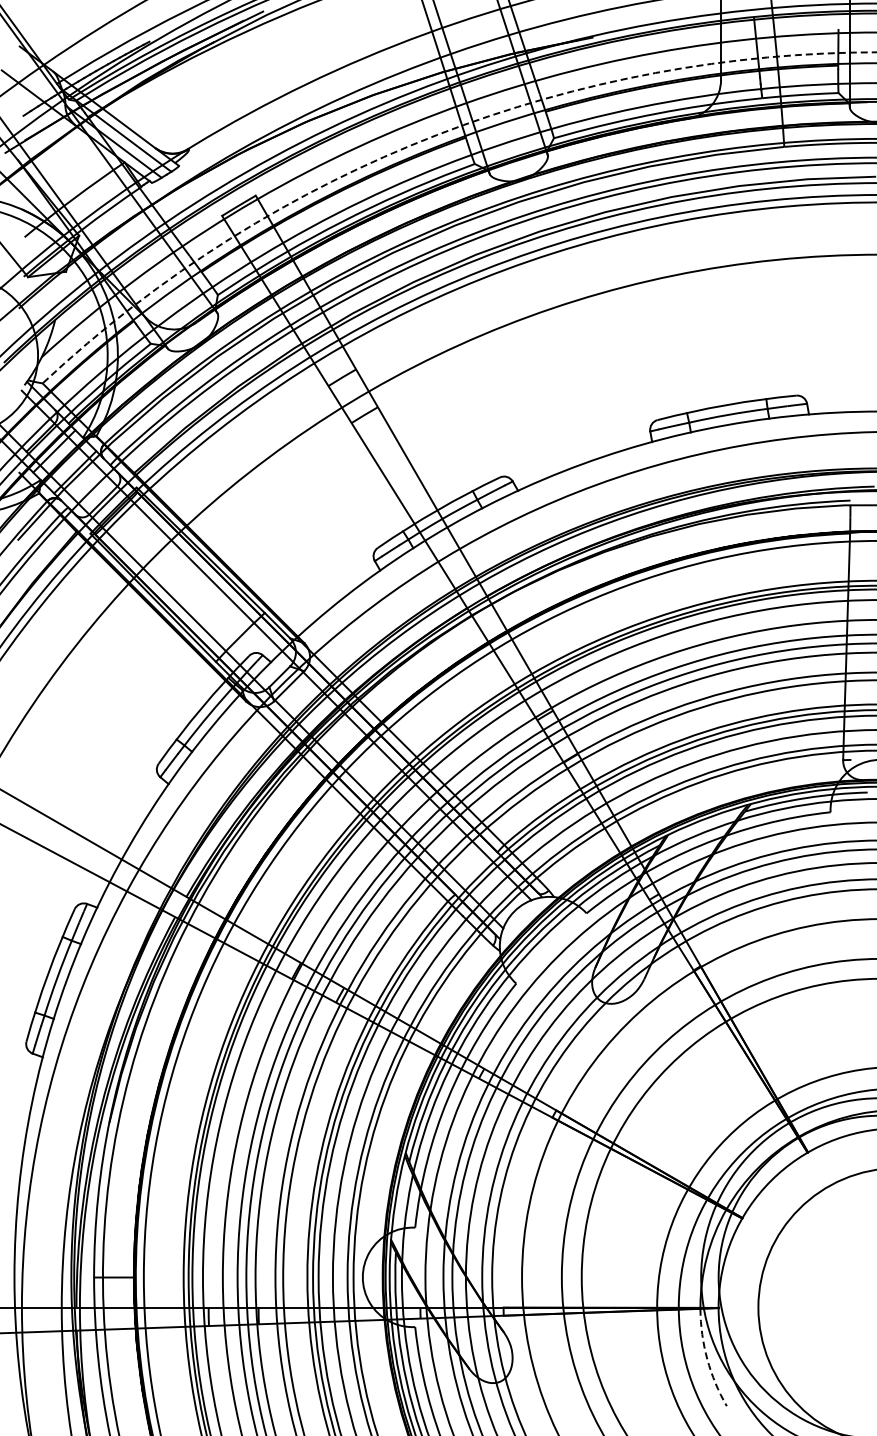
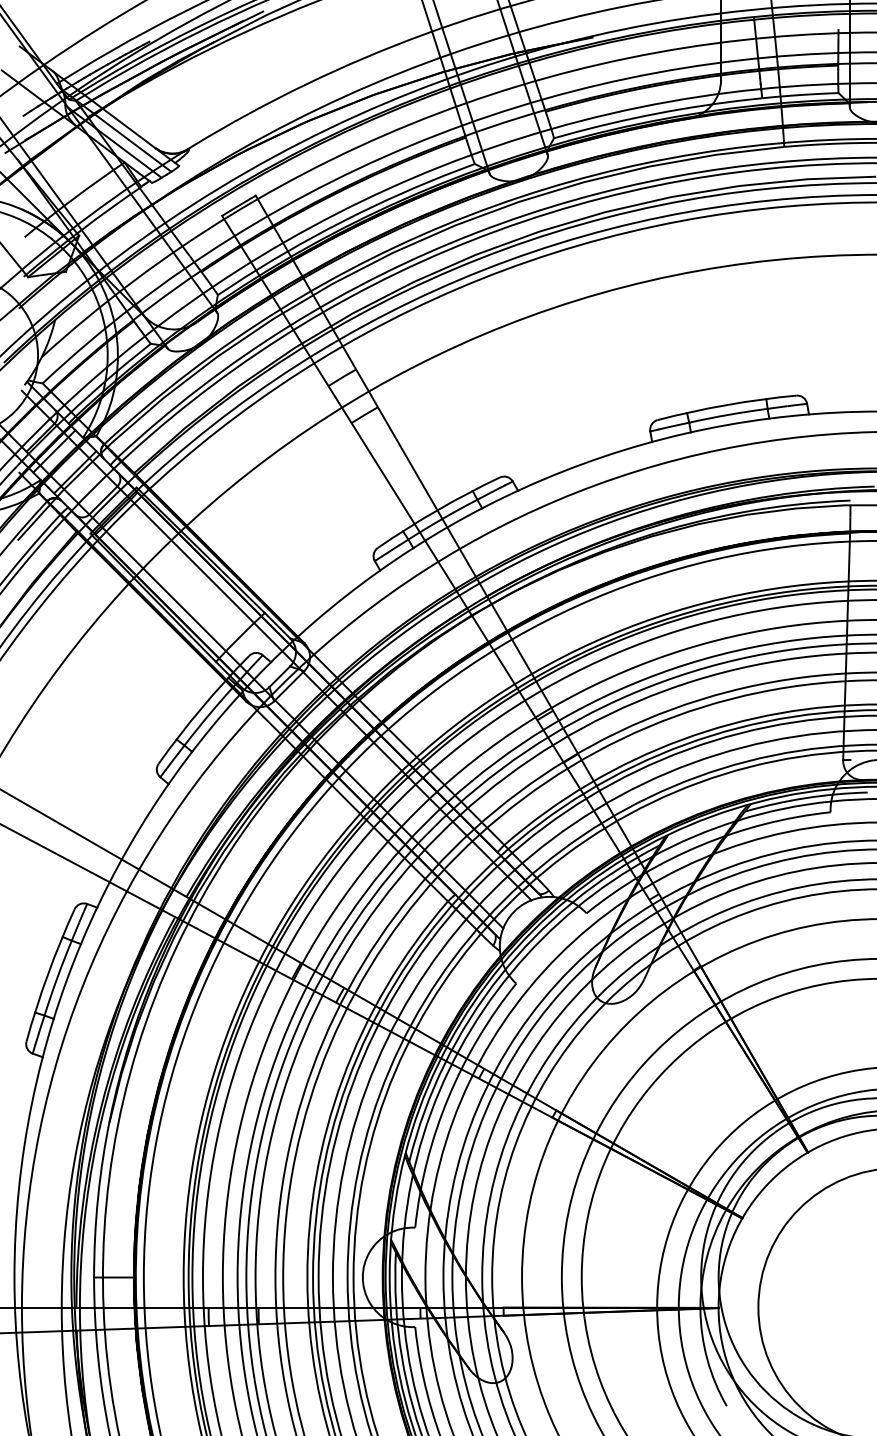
arc at (429, 138): dashed -> solid
arc at (707, 1359): dashed -> solid
